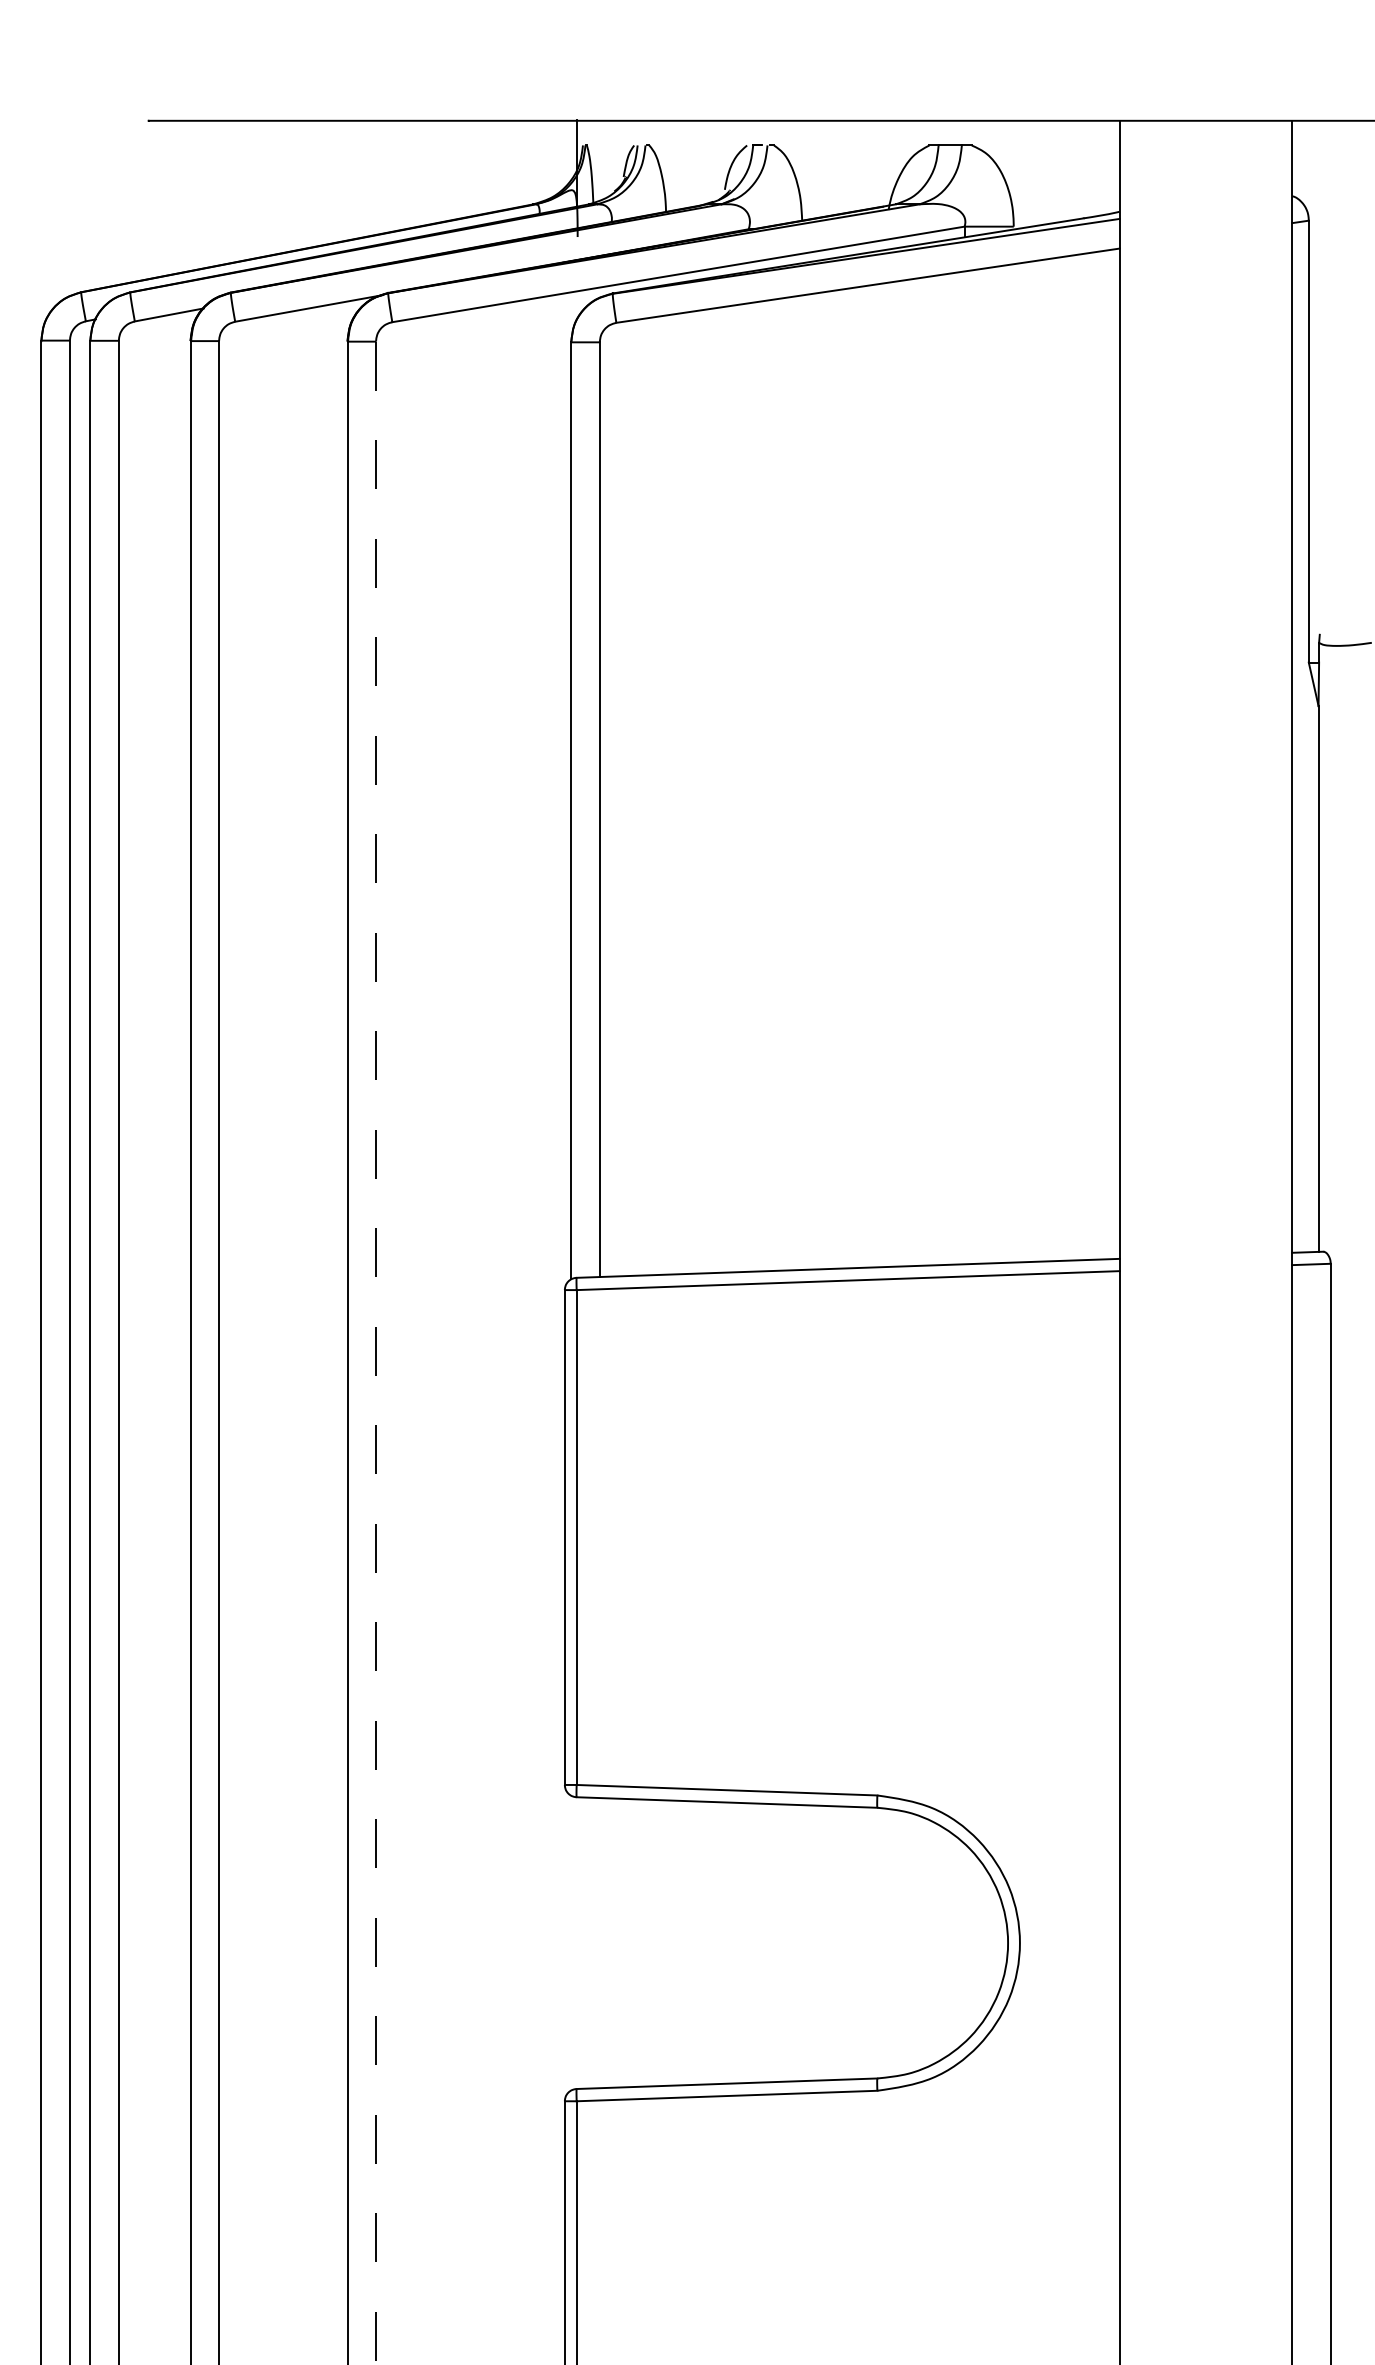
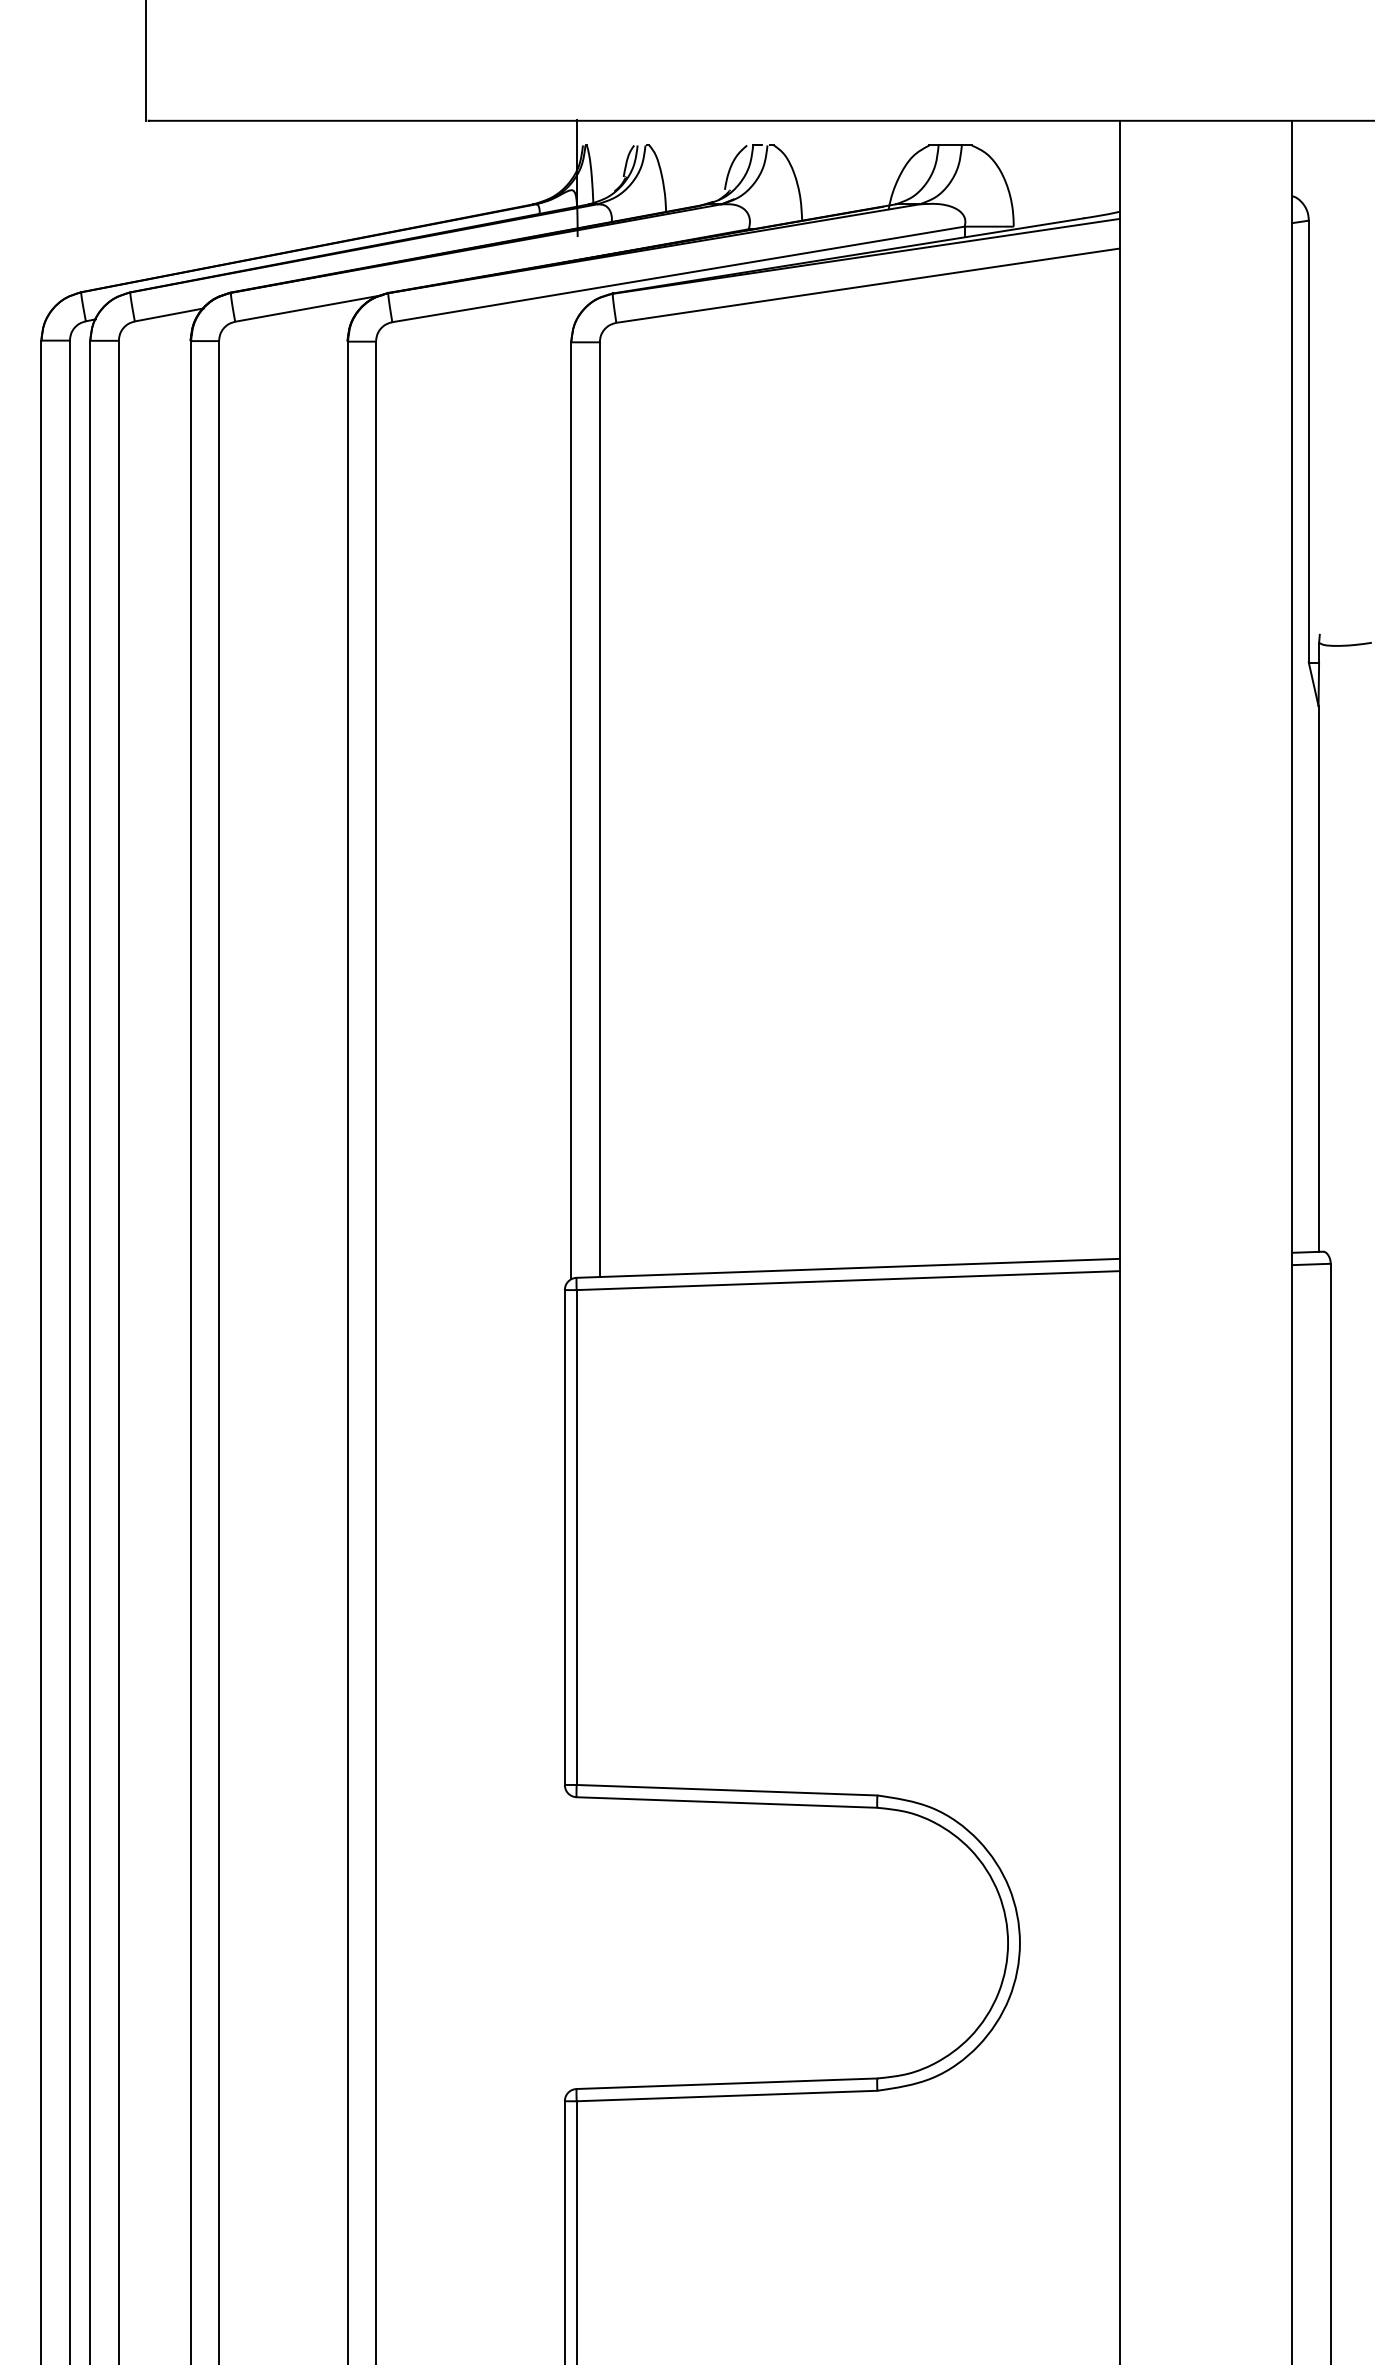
line at (146, 61): none -> present
line at (376, 1353): dashed -> solid
